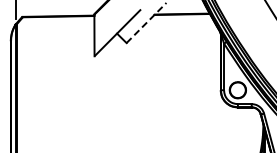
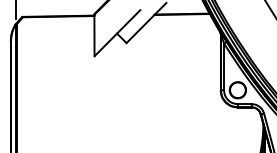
line at (146, 22): dashed -> solid
